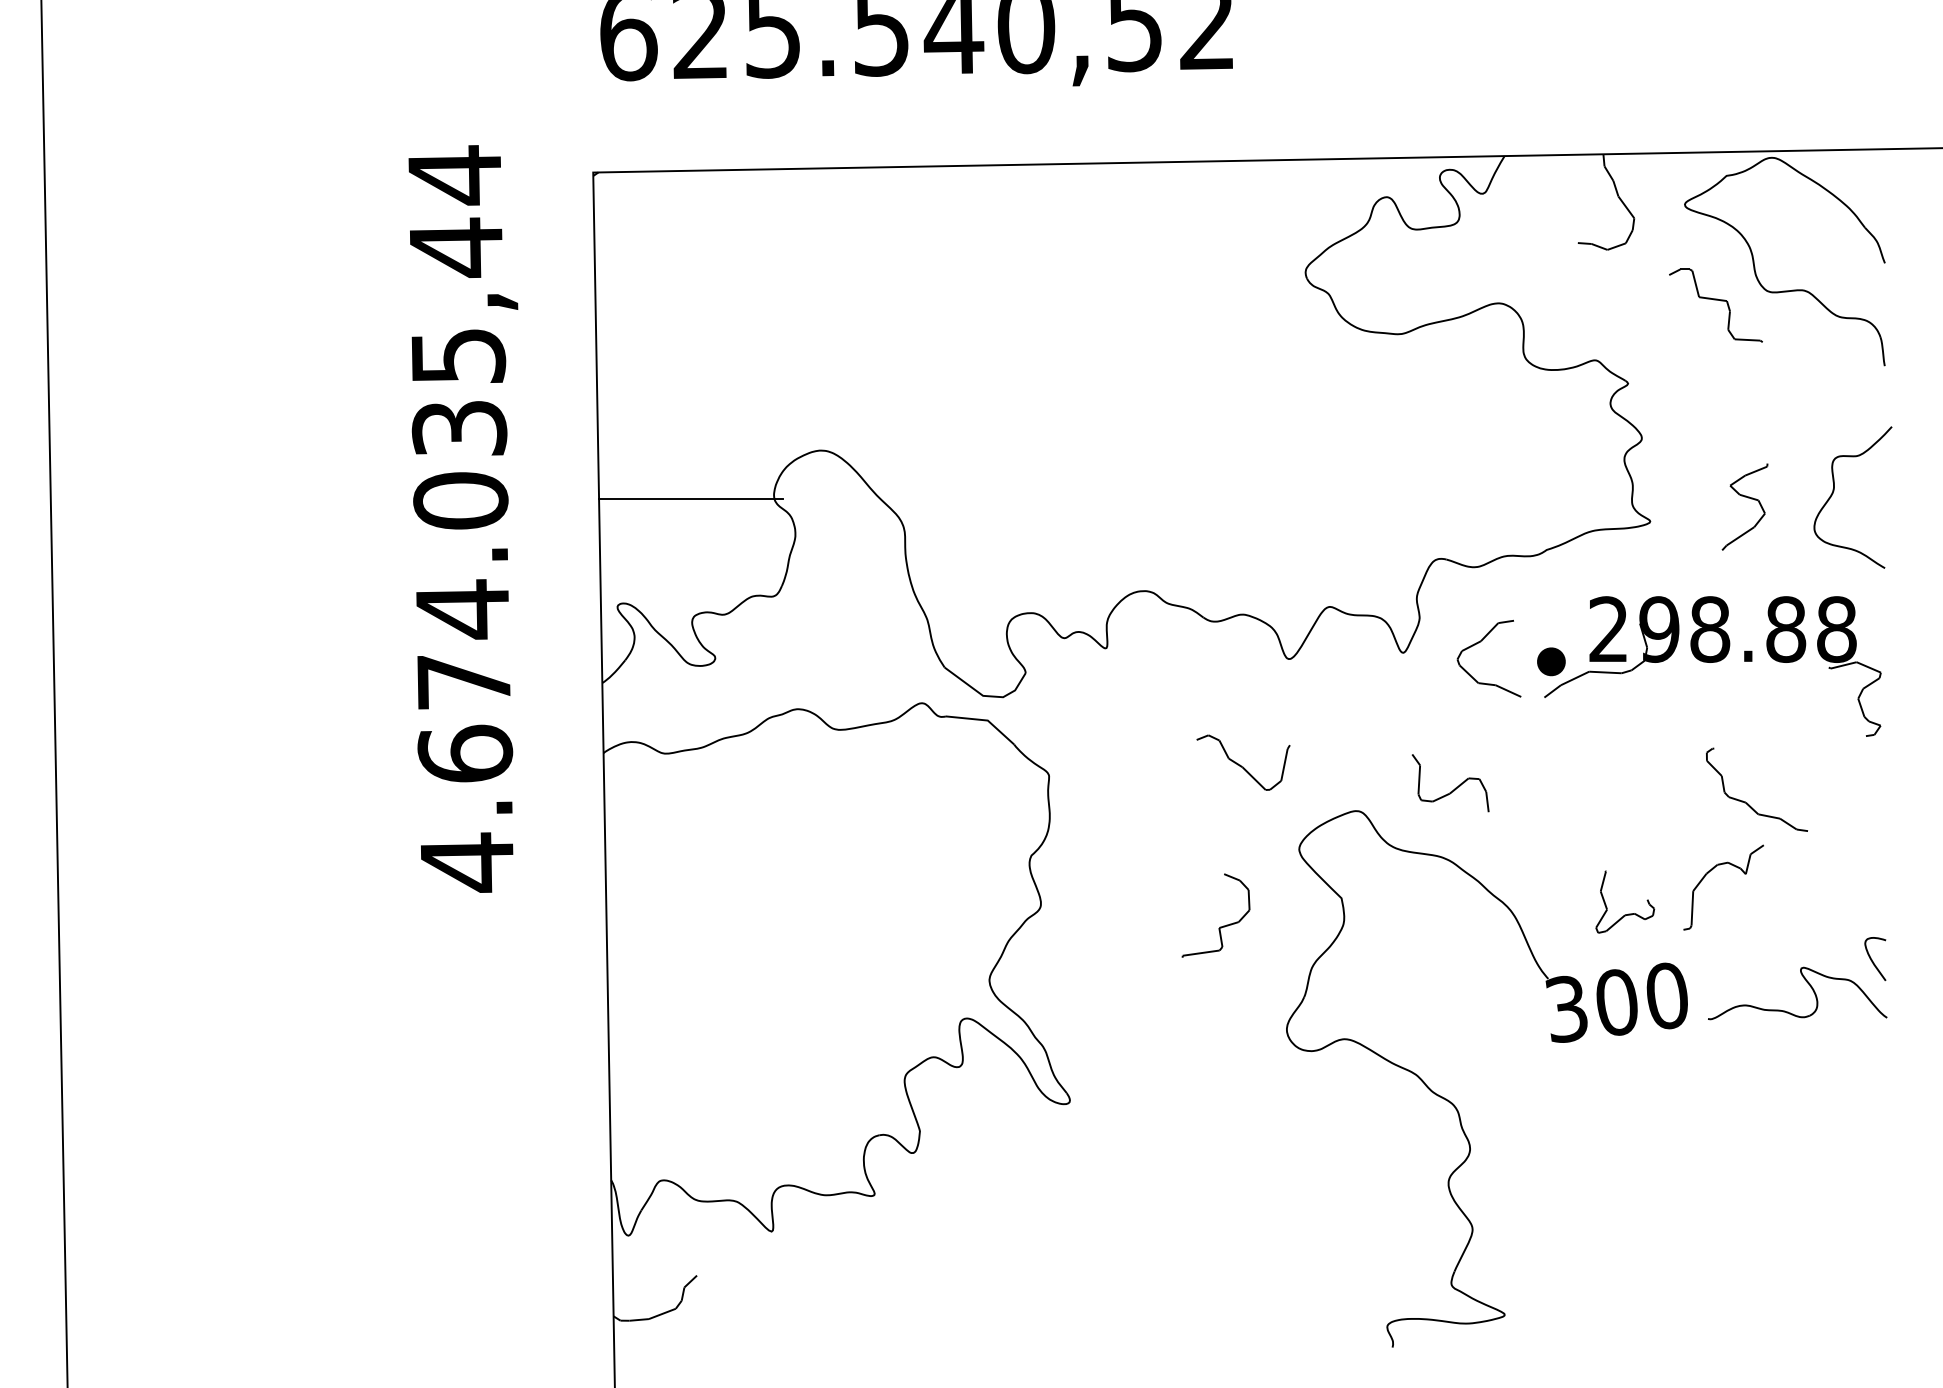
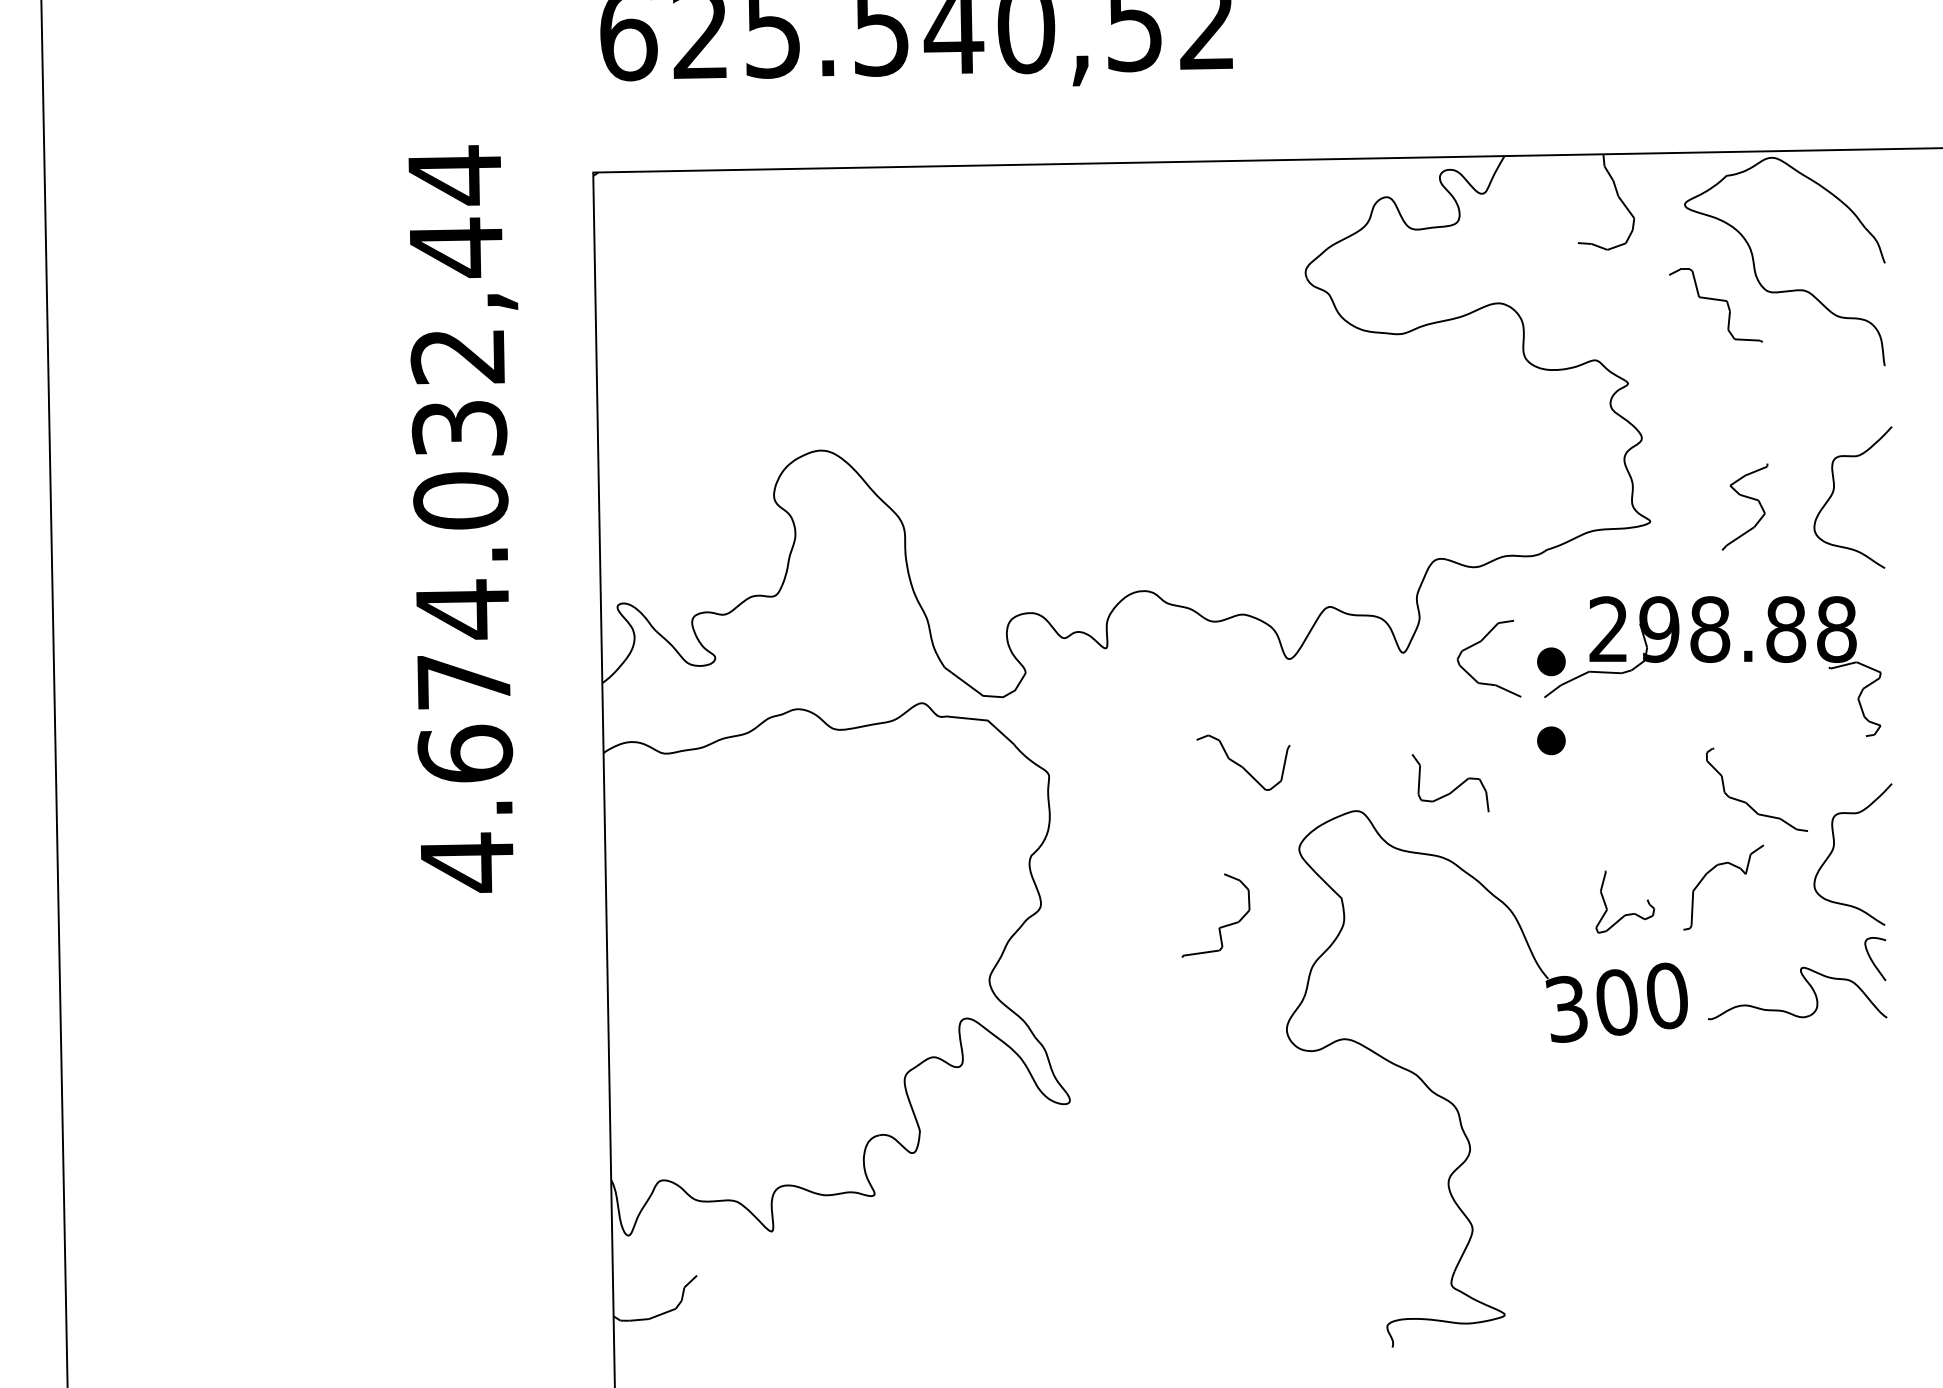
text at (458, 356): 4.674.035,44 -> 4.674.032,44
line at (691, 499): present -> none
part at (1551, 740): none -> present
curve at (1834, 848): none -> present
